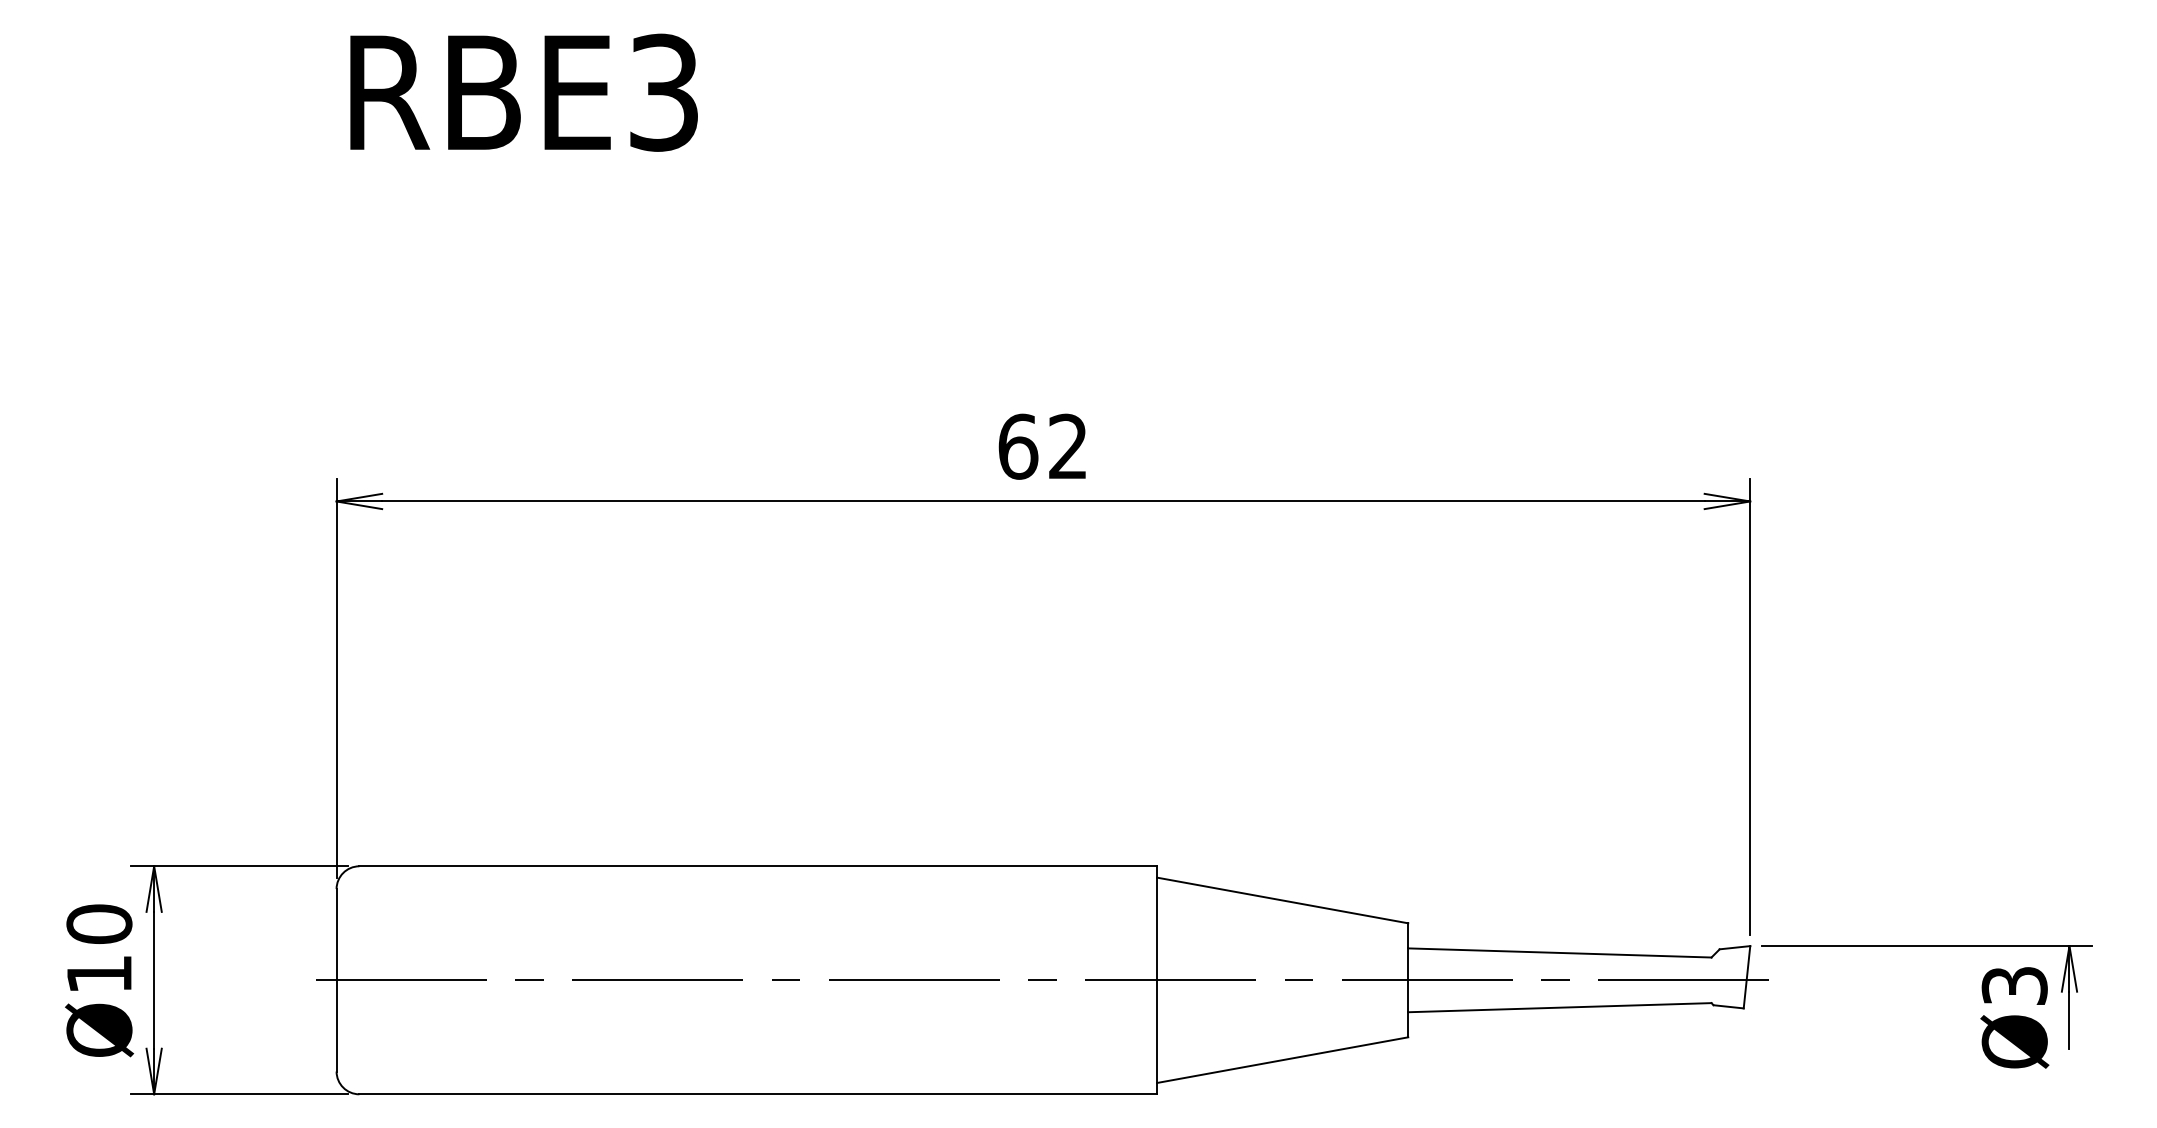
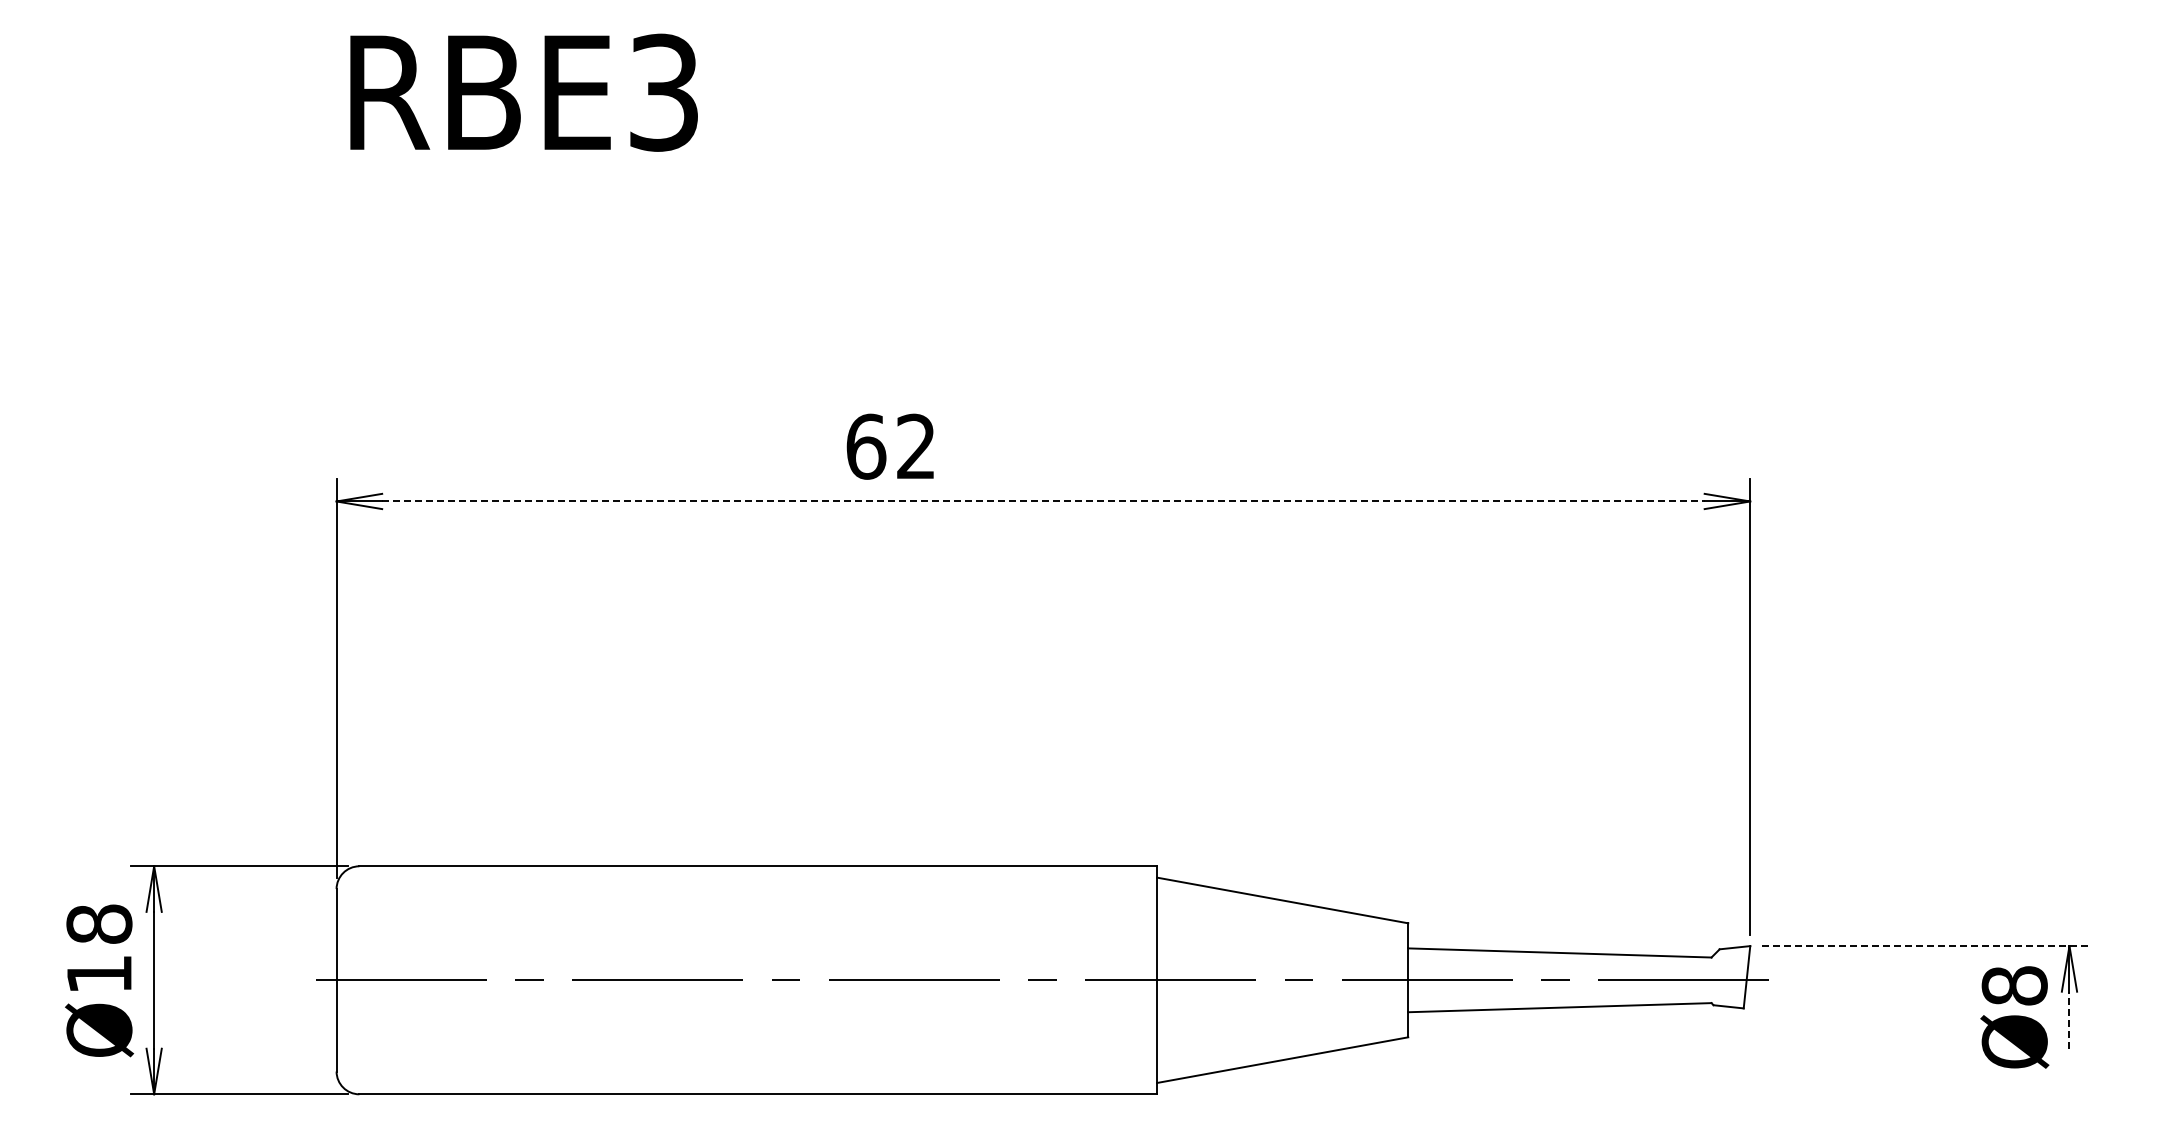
text at (1041, 446) position: (1041, 446) -> (889, 446)
line at (1043, 501): solid -> dashed
text at (99, 923): 10 -> 18
line at (1927, 946): solid -> dashed
text at (2014, 985): 3 -> 8
line at (2069, 1020): solid -> dashed
